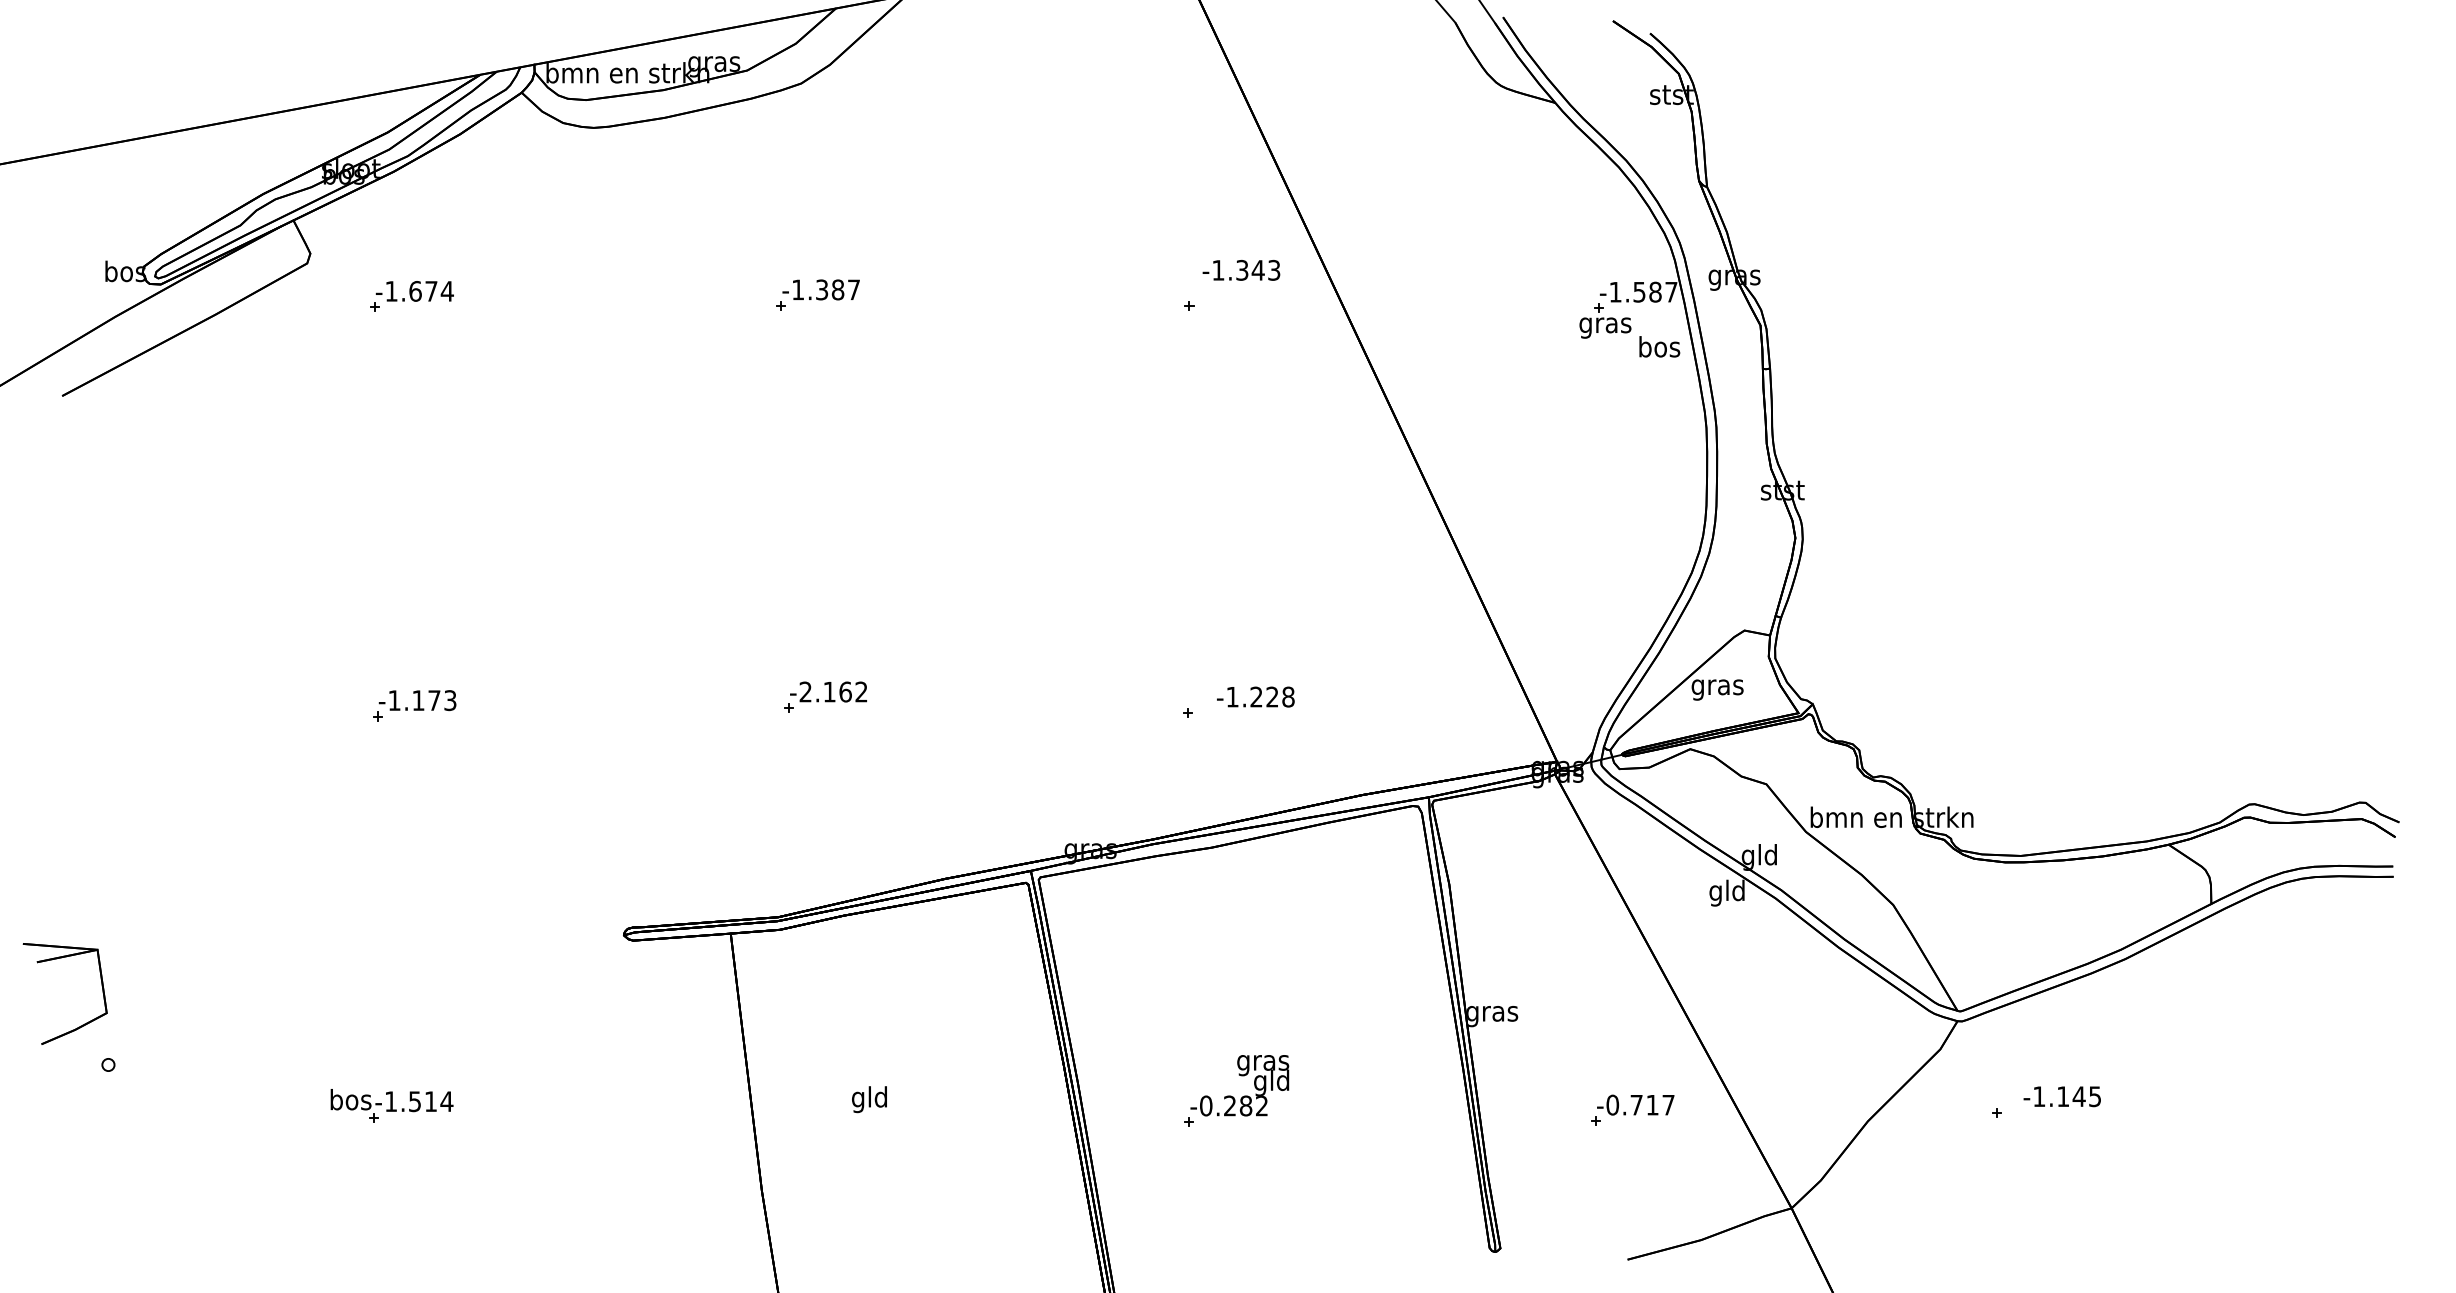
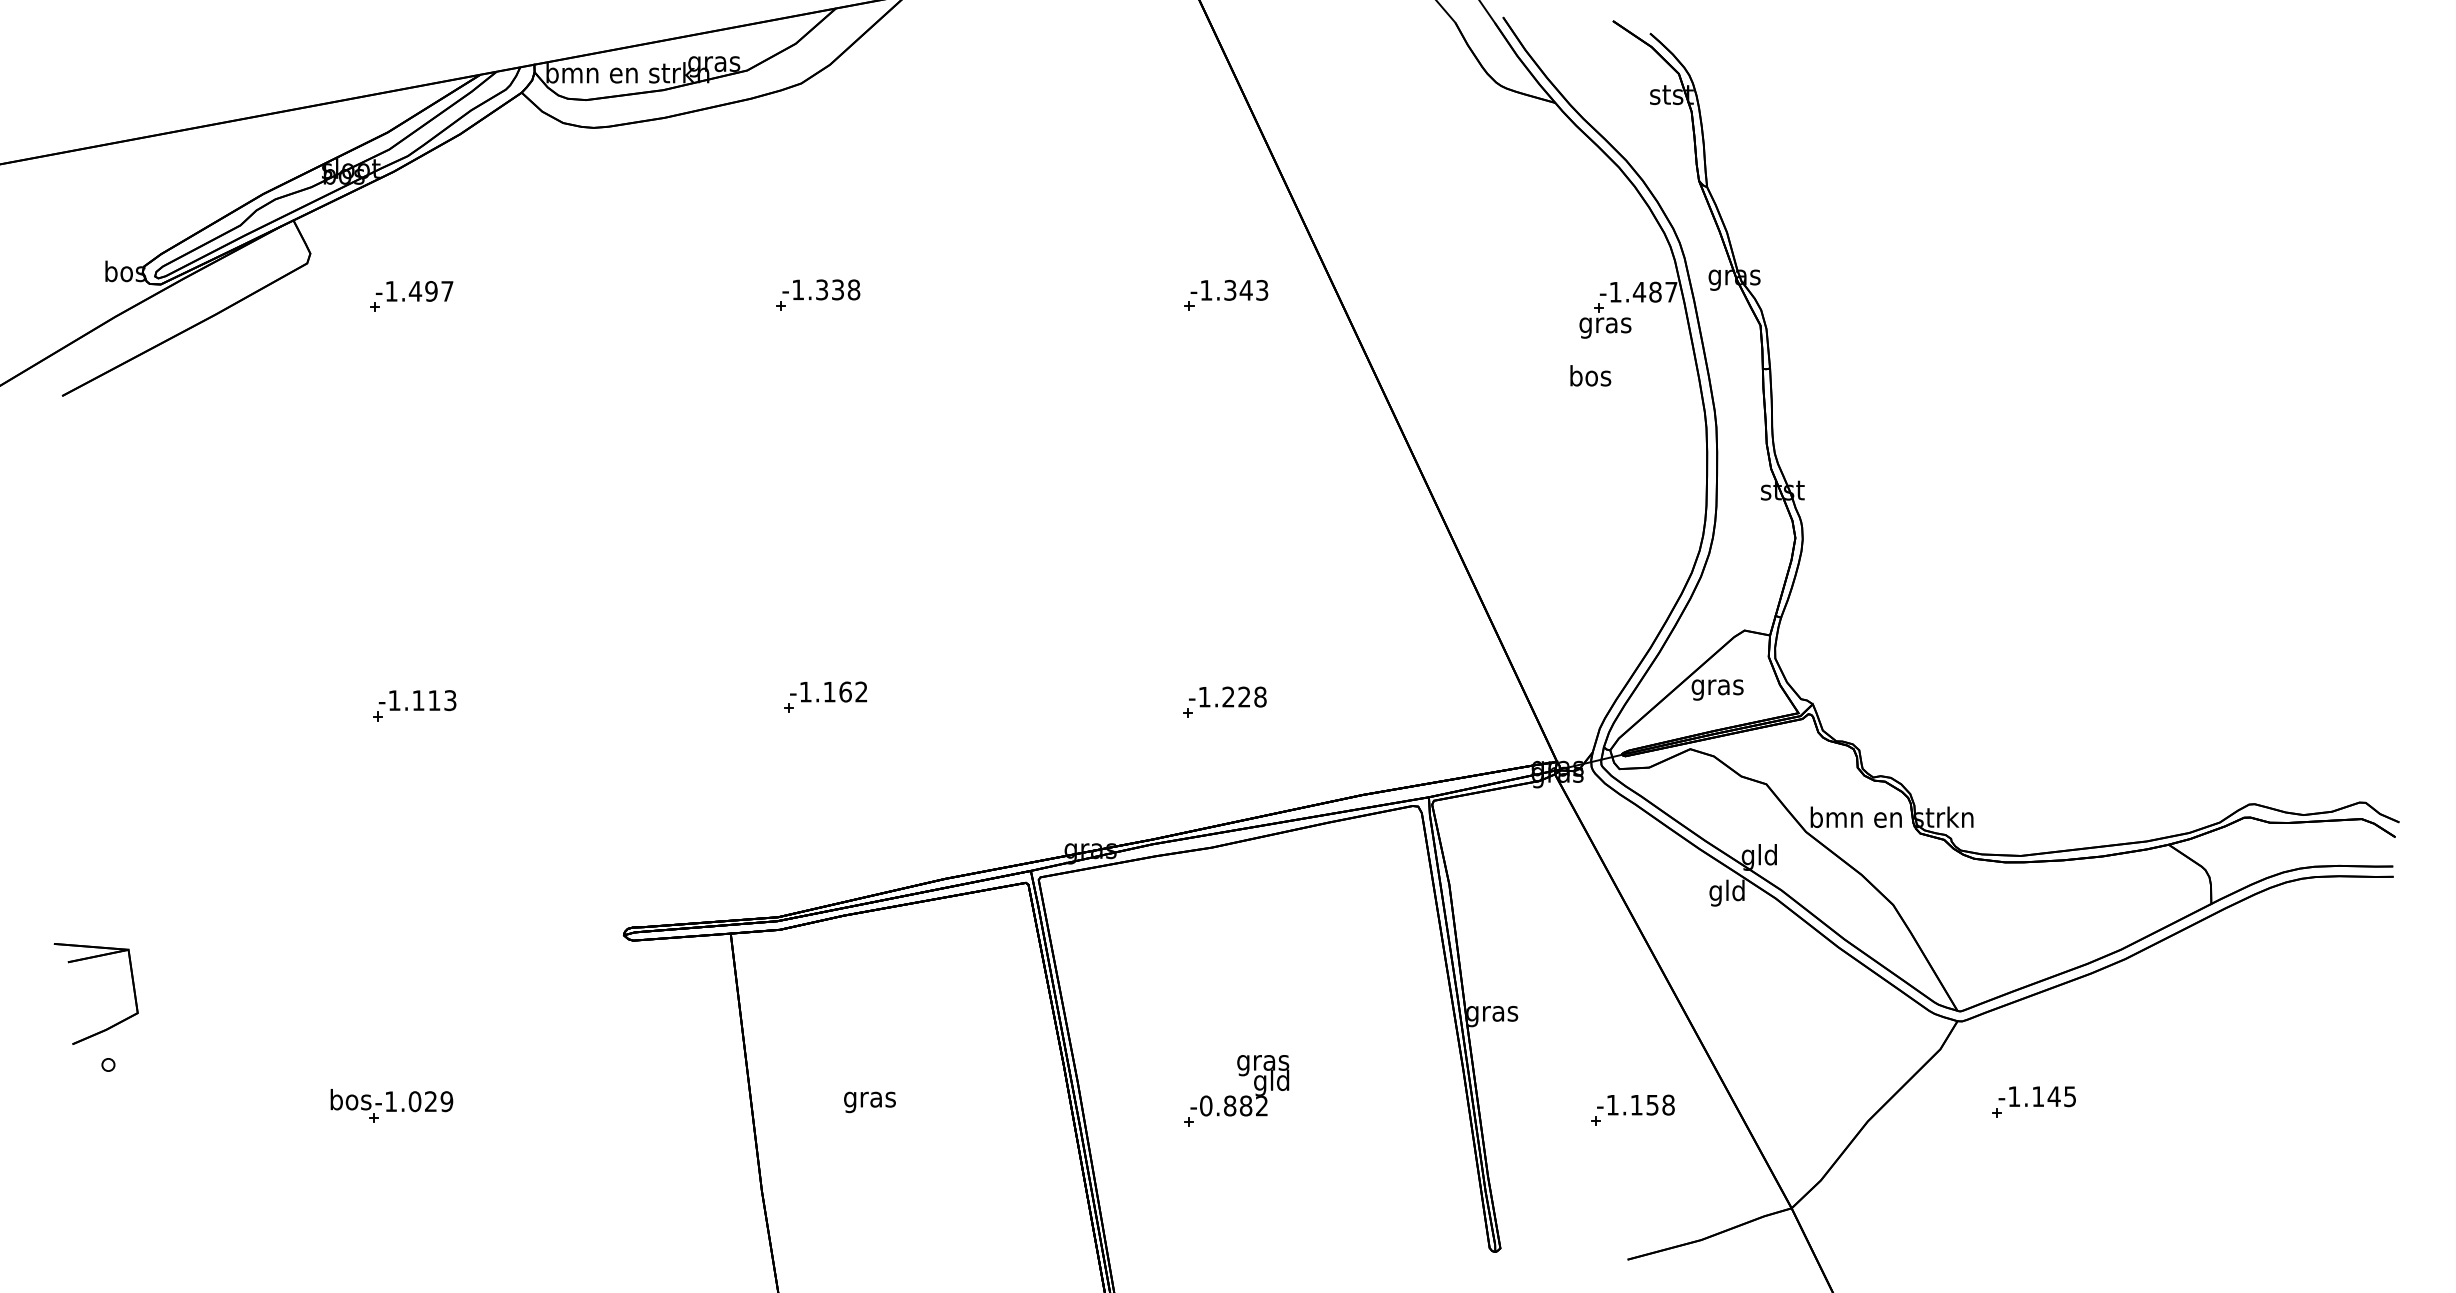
text at (1241, 270) position: (1241, 270) -> (1229, 290)
text at (845, 289): -1.387 -> -1.338
text at (430, 291): -1.674 -> -1.497
text at (1639, 292): -1.587 -> -1.487
text at (1659, 346) position: (1659, 346) -> (1590, 375)
text at (805, 691): -2.162 -> -1.162
text at (1255, 696) position: (1255, 696) -> (1227, 696)
text at (434, 700): -1.173 -> -1.113
part at (57, 959) position: (57, 959) -> (88, 959)
text at (2061, 1096) position: (2061, 1096) -> (2036, 1096)
text at (869, 1099): gld -> gras
text at (430, 1101): -1.514 -> -1.029
text at (1640, 1104): -0.717 -> -1.158
text at (1230, 1105): -0.282 -> -0.882
